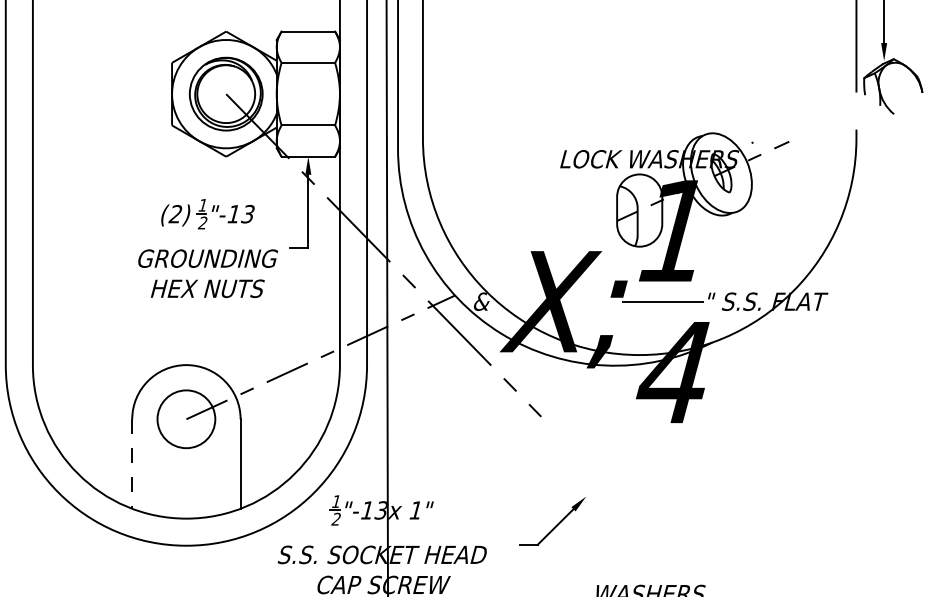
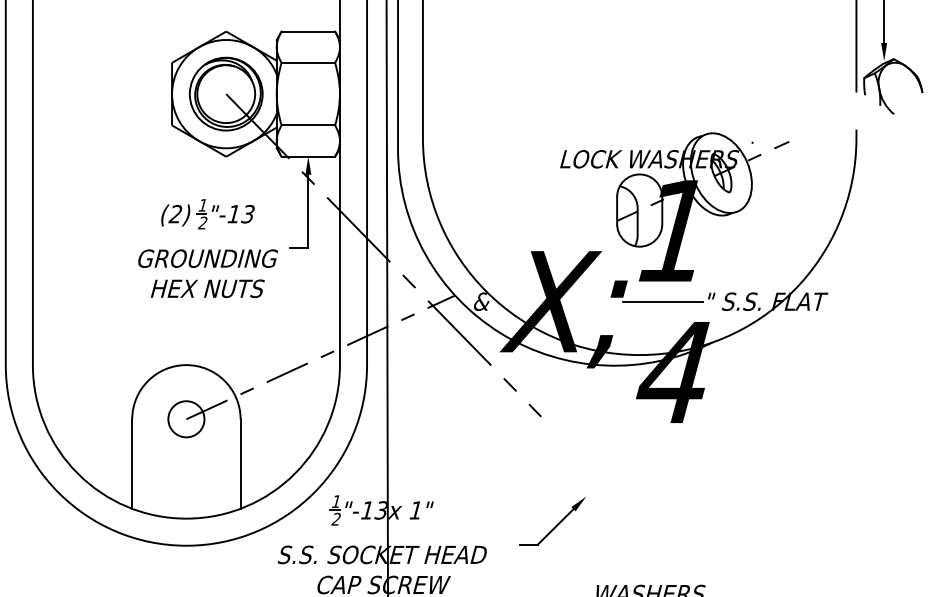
circle at (186, 419) diameter: 58 px -> 36 px
line at (132, 464): dashed -> solid
